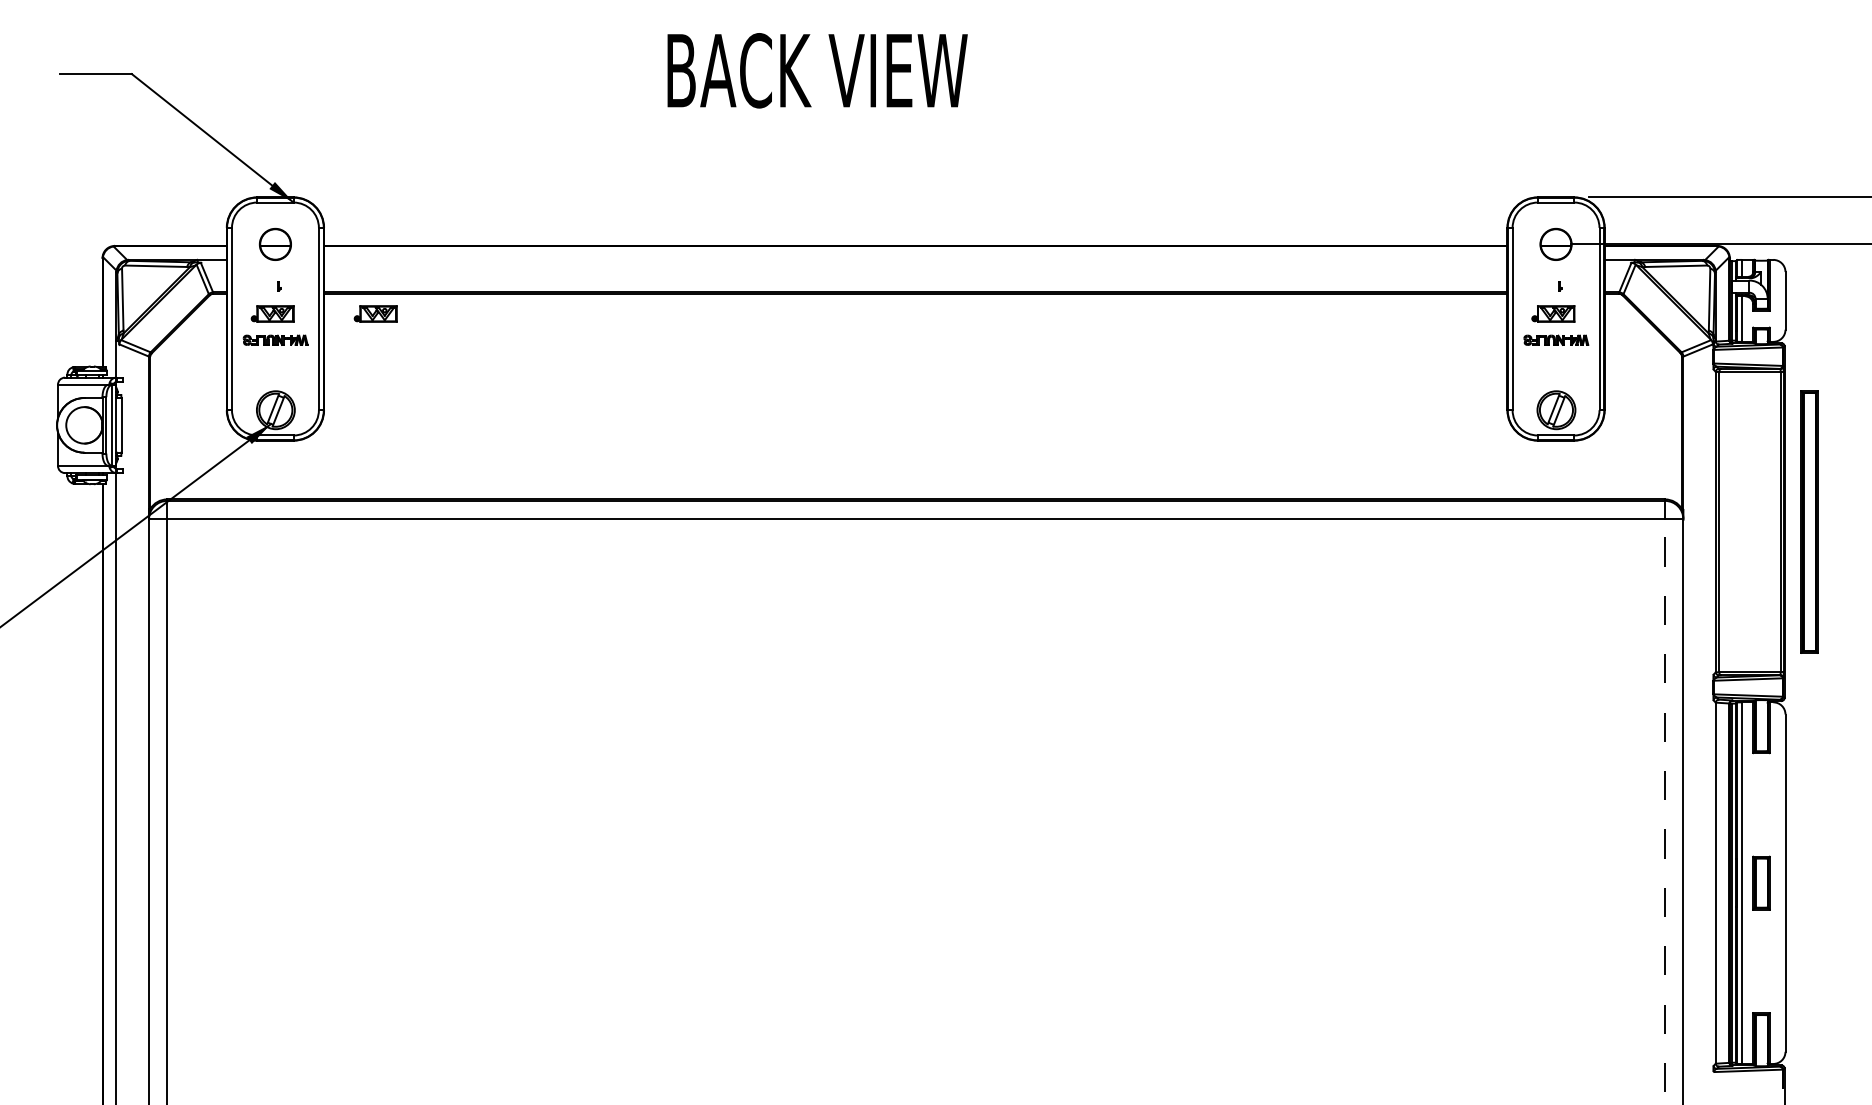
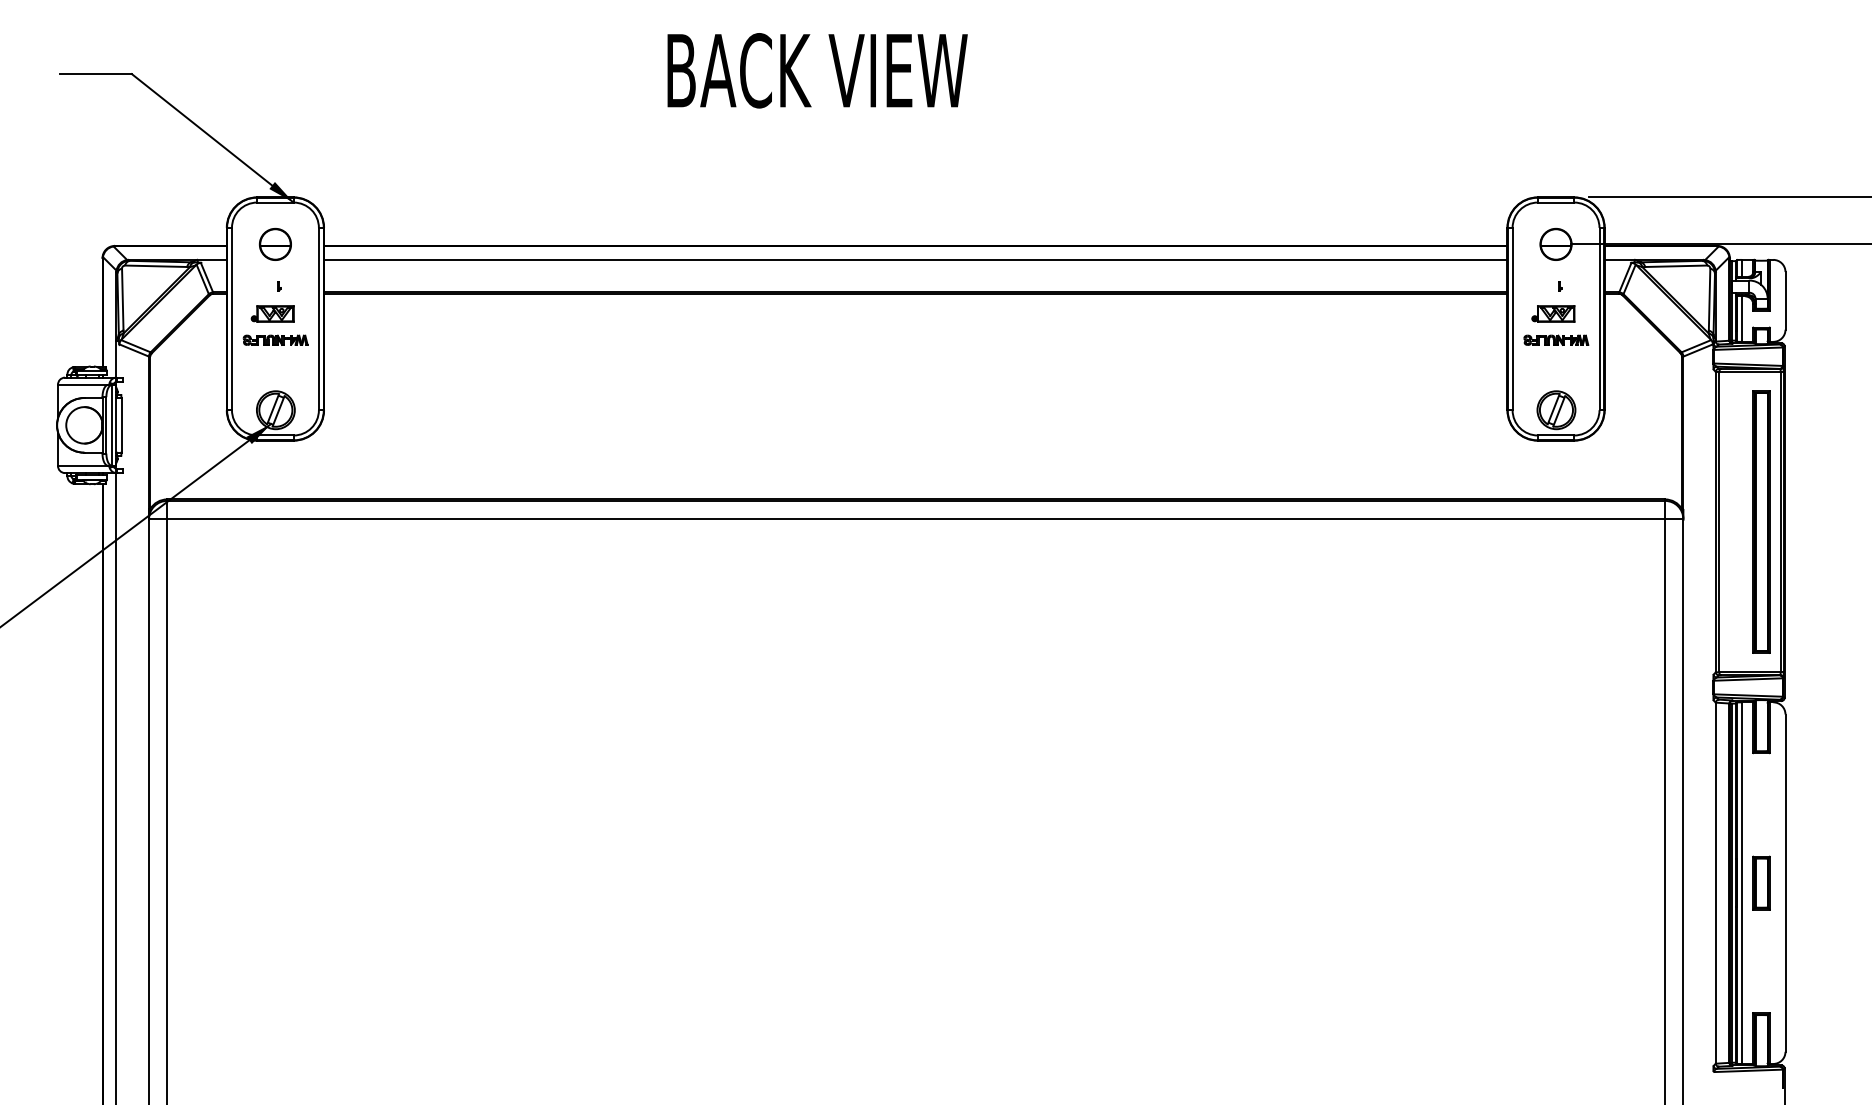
line at (915, 259): none -> present
part at (375, 313): present -> none
part at (1809, 521) position: (1809, 521) -> (1761, 521)
line at (1665, 811): dashed -> solid
